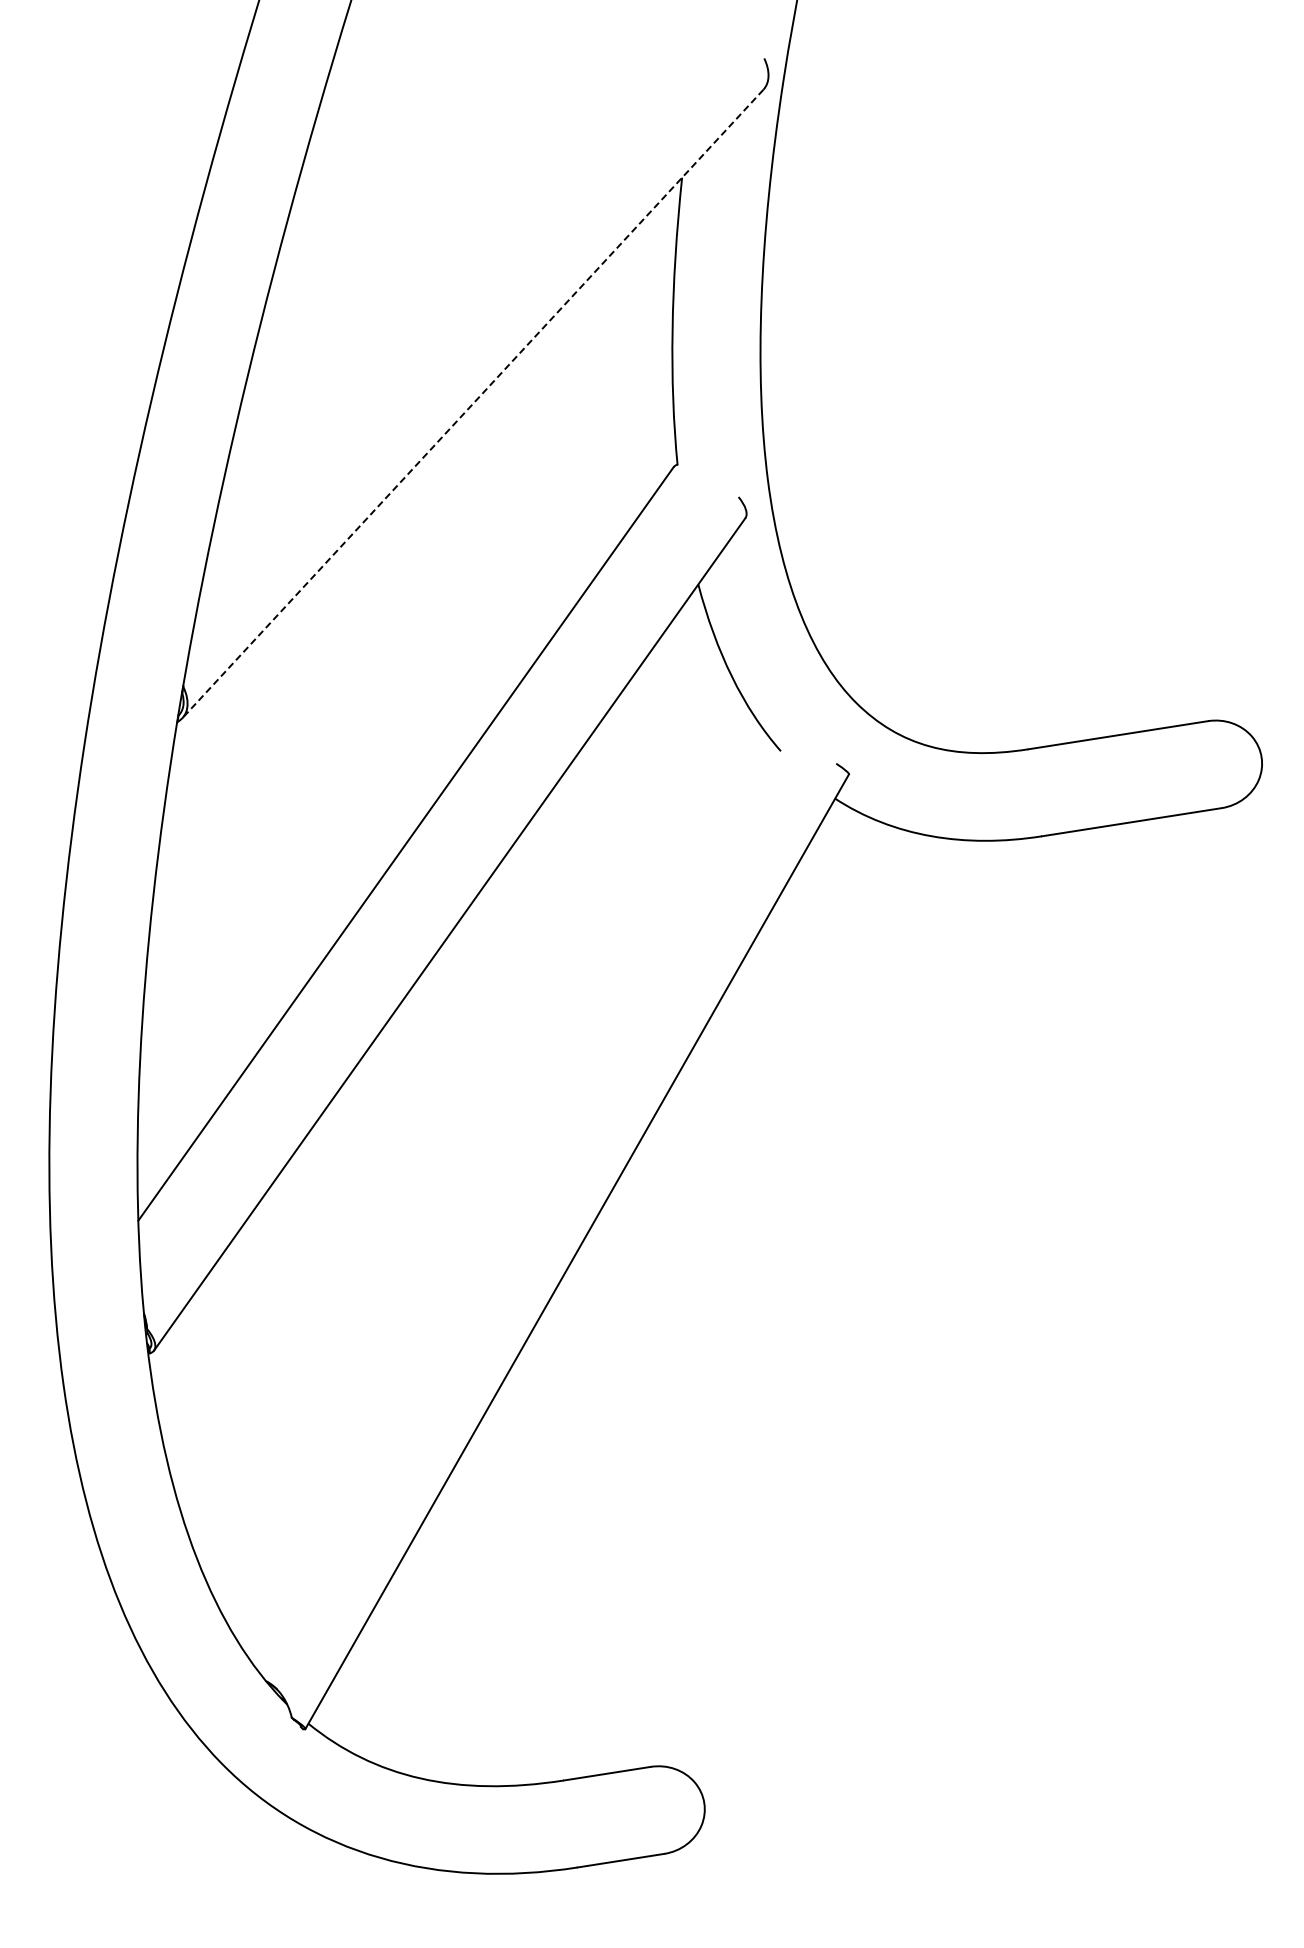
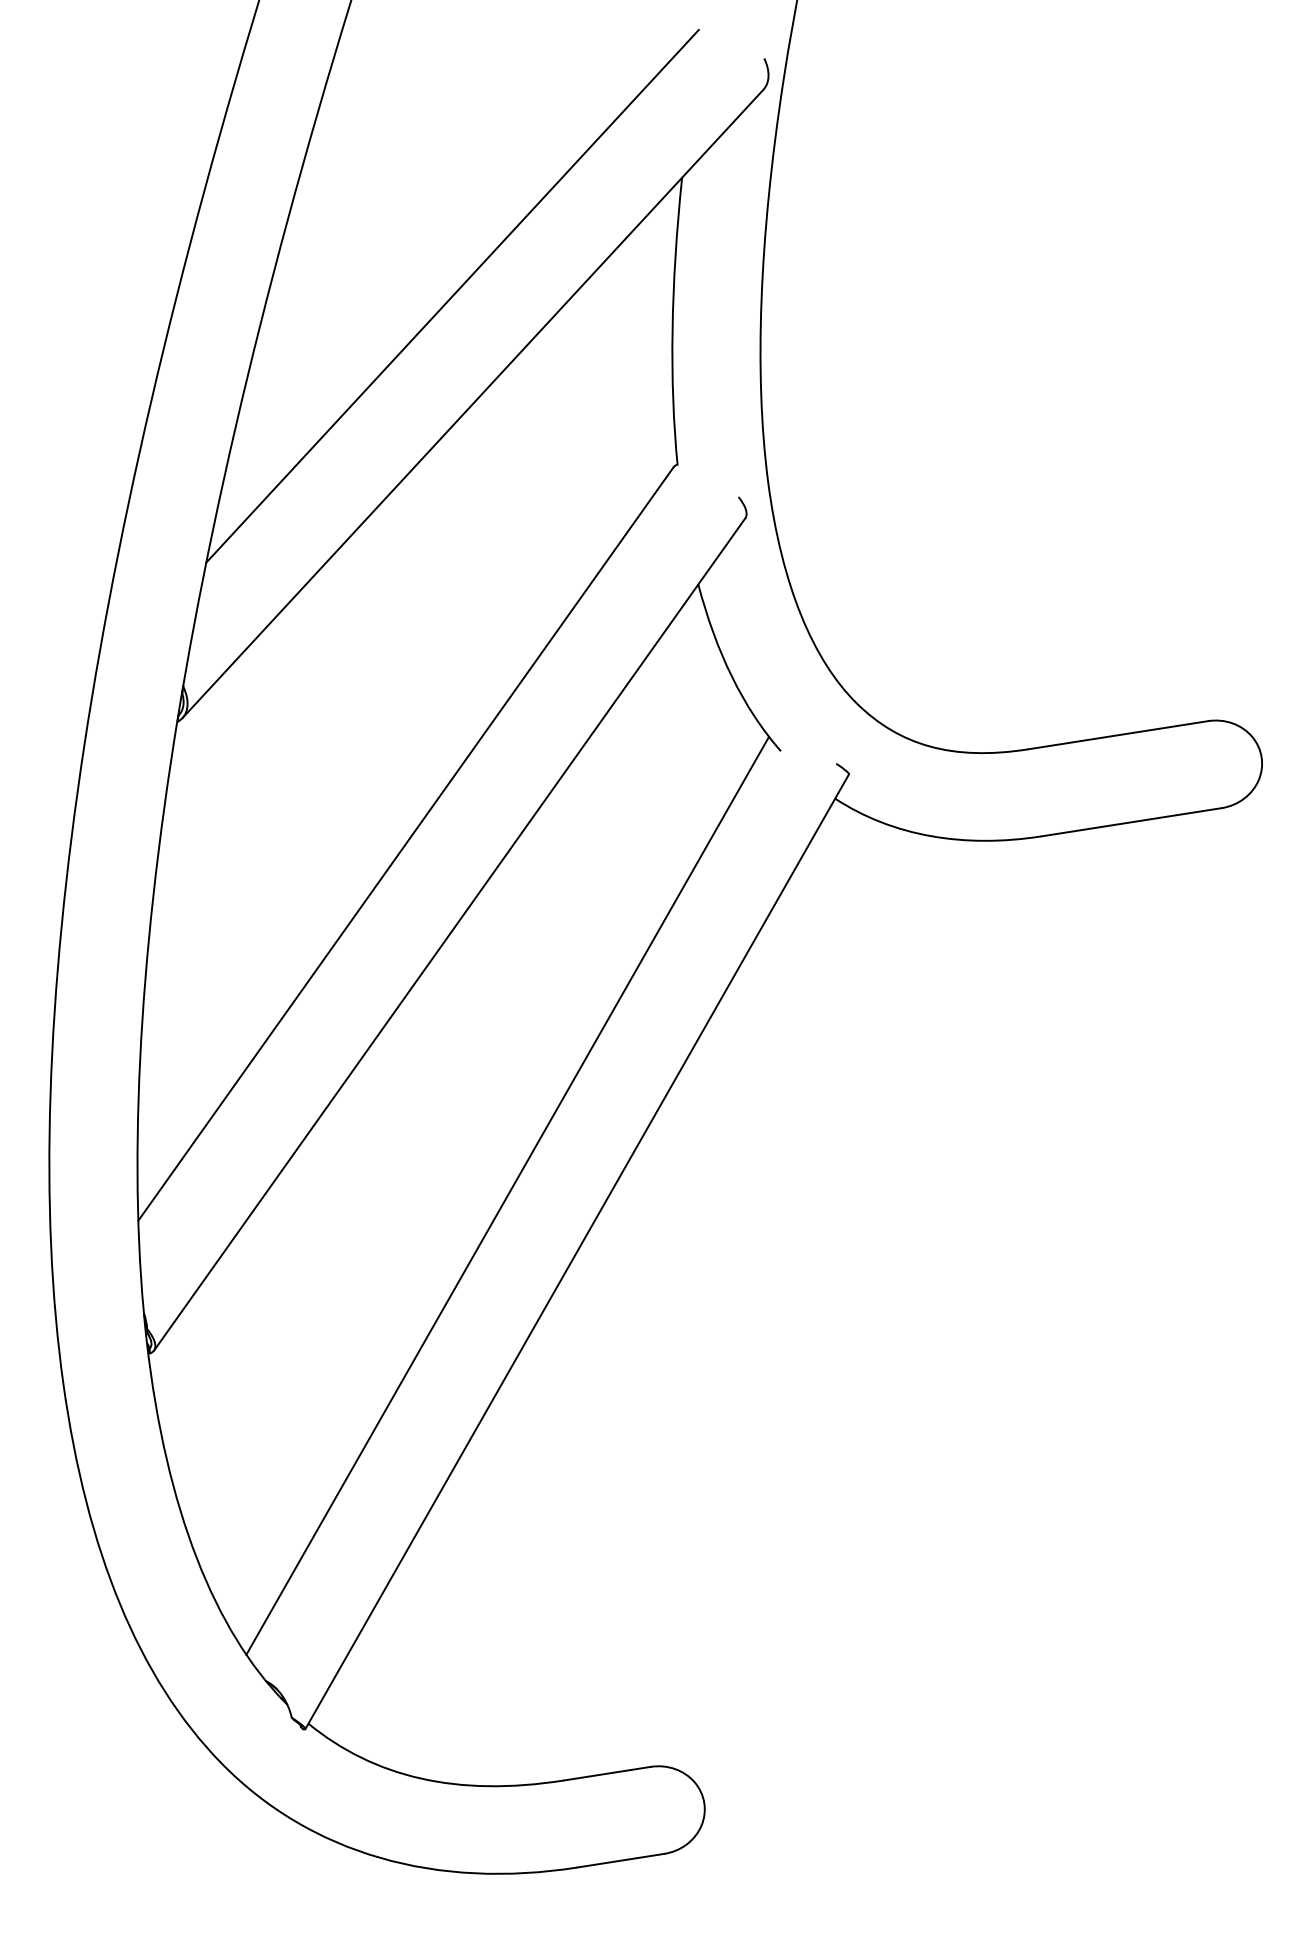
line at (452, 295): none -> present
line at (472, 403): dashed -> solid
line at (507, 1195): none -> present
